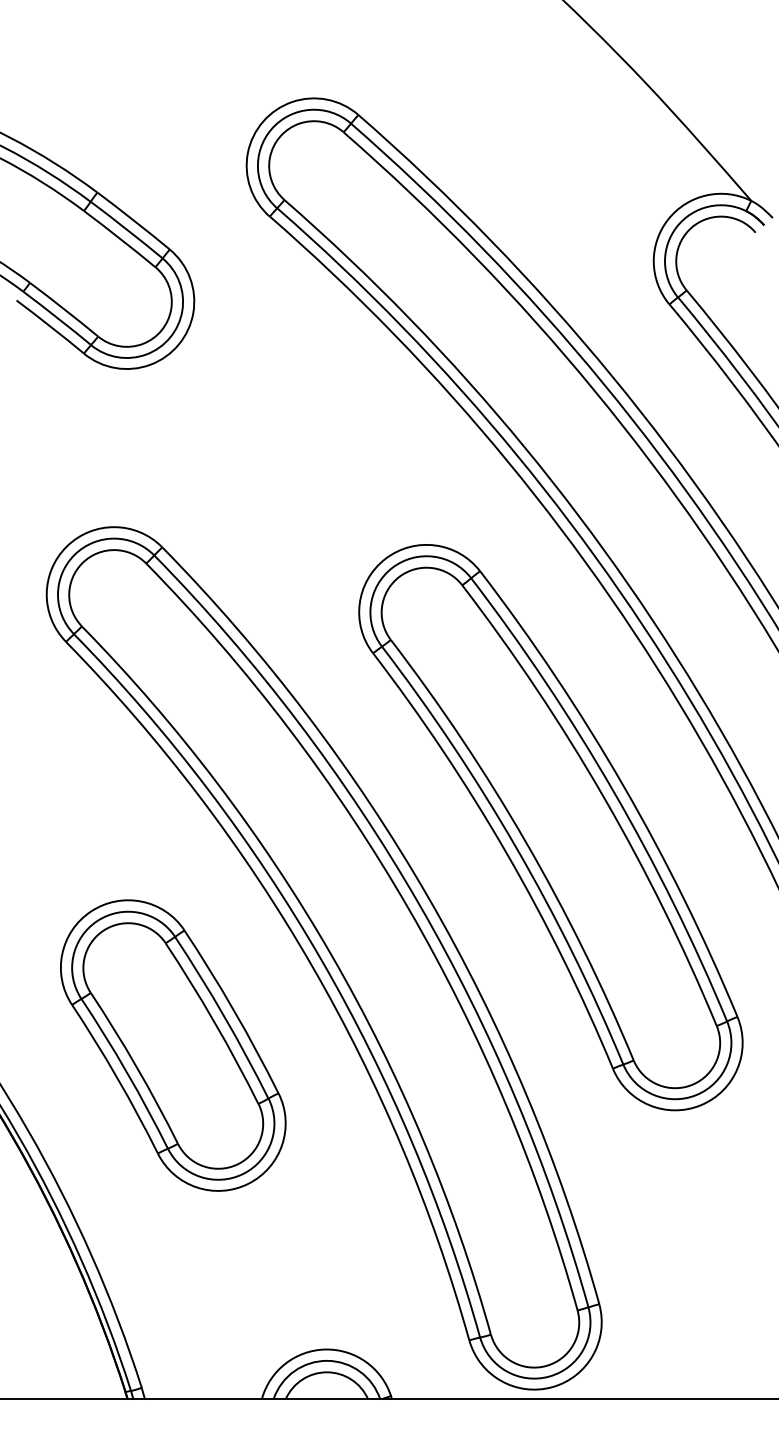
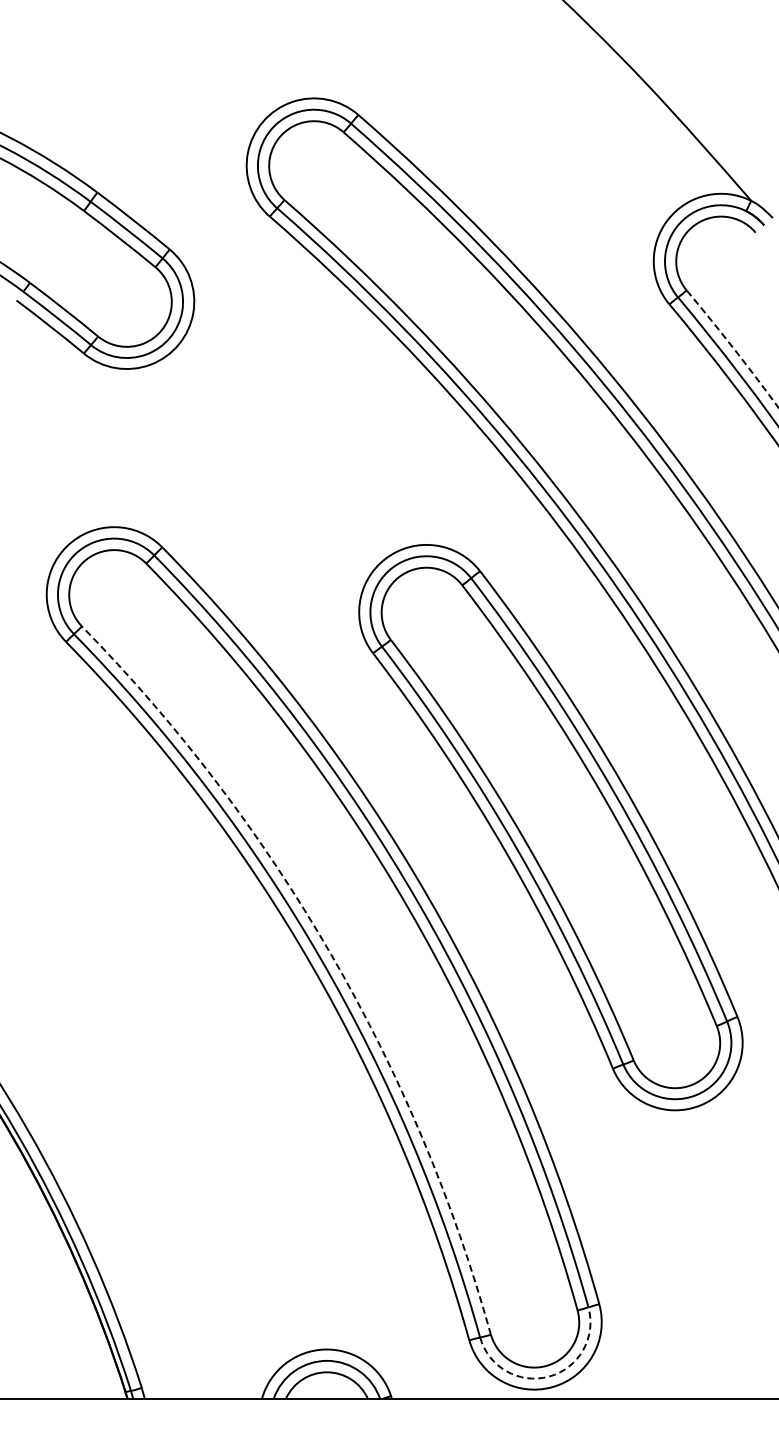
arc at (732, 347): solid -> dashed
arc at (331, 954): solid -> dashed
part at (173, 1045): present -> none
arc at (549, 1376): solid -> dashed
